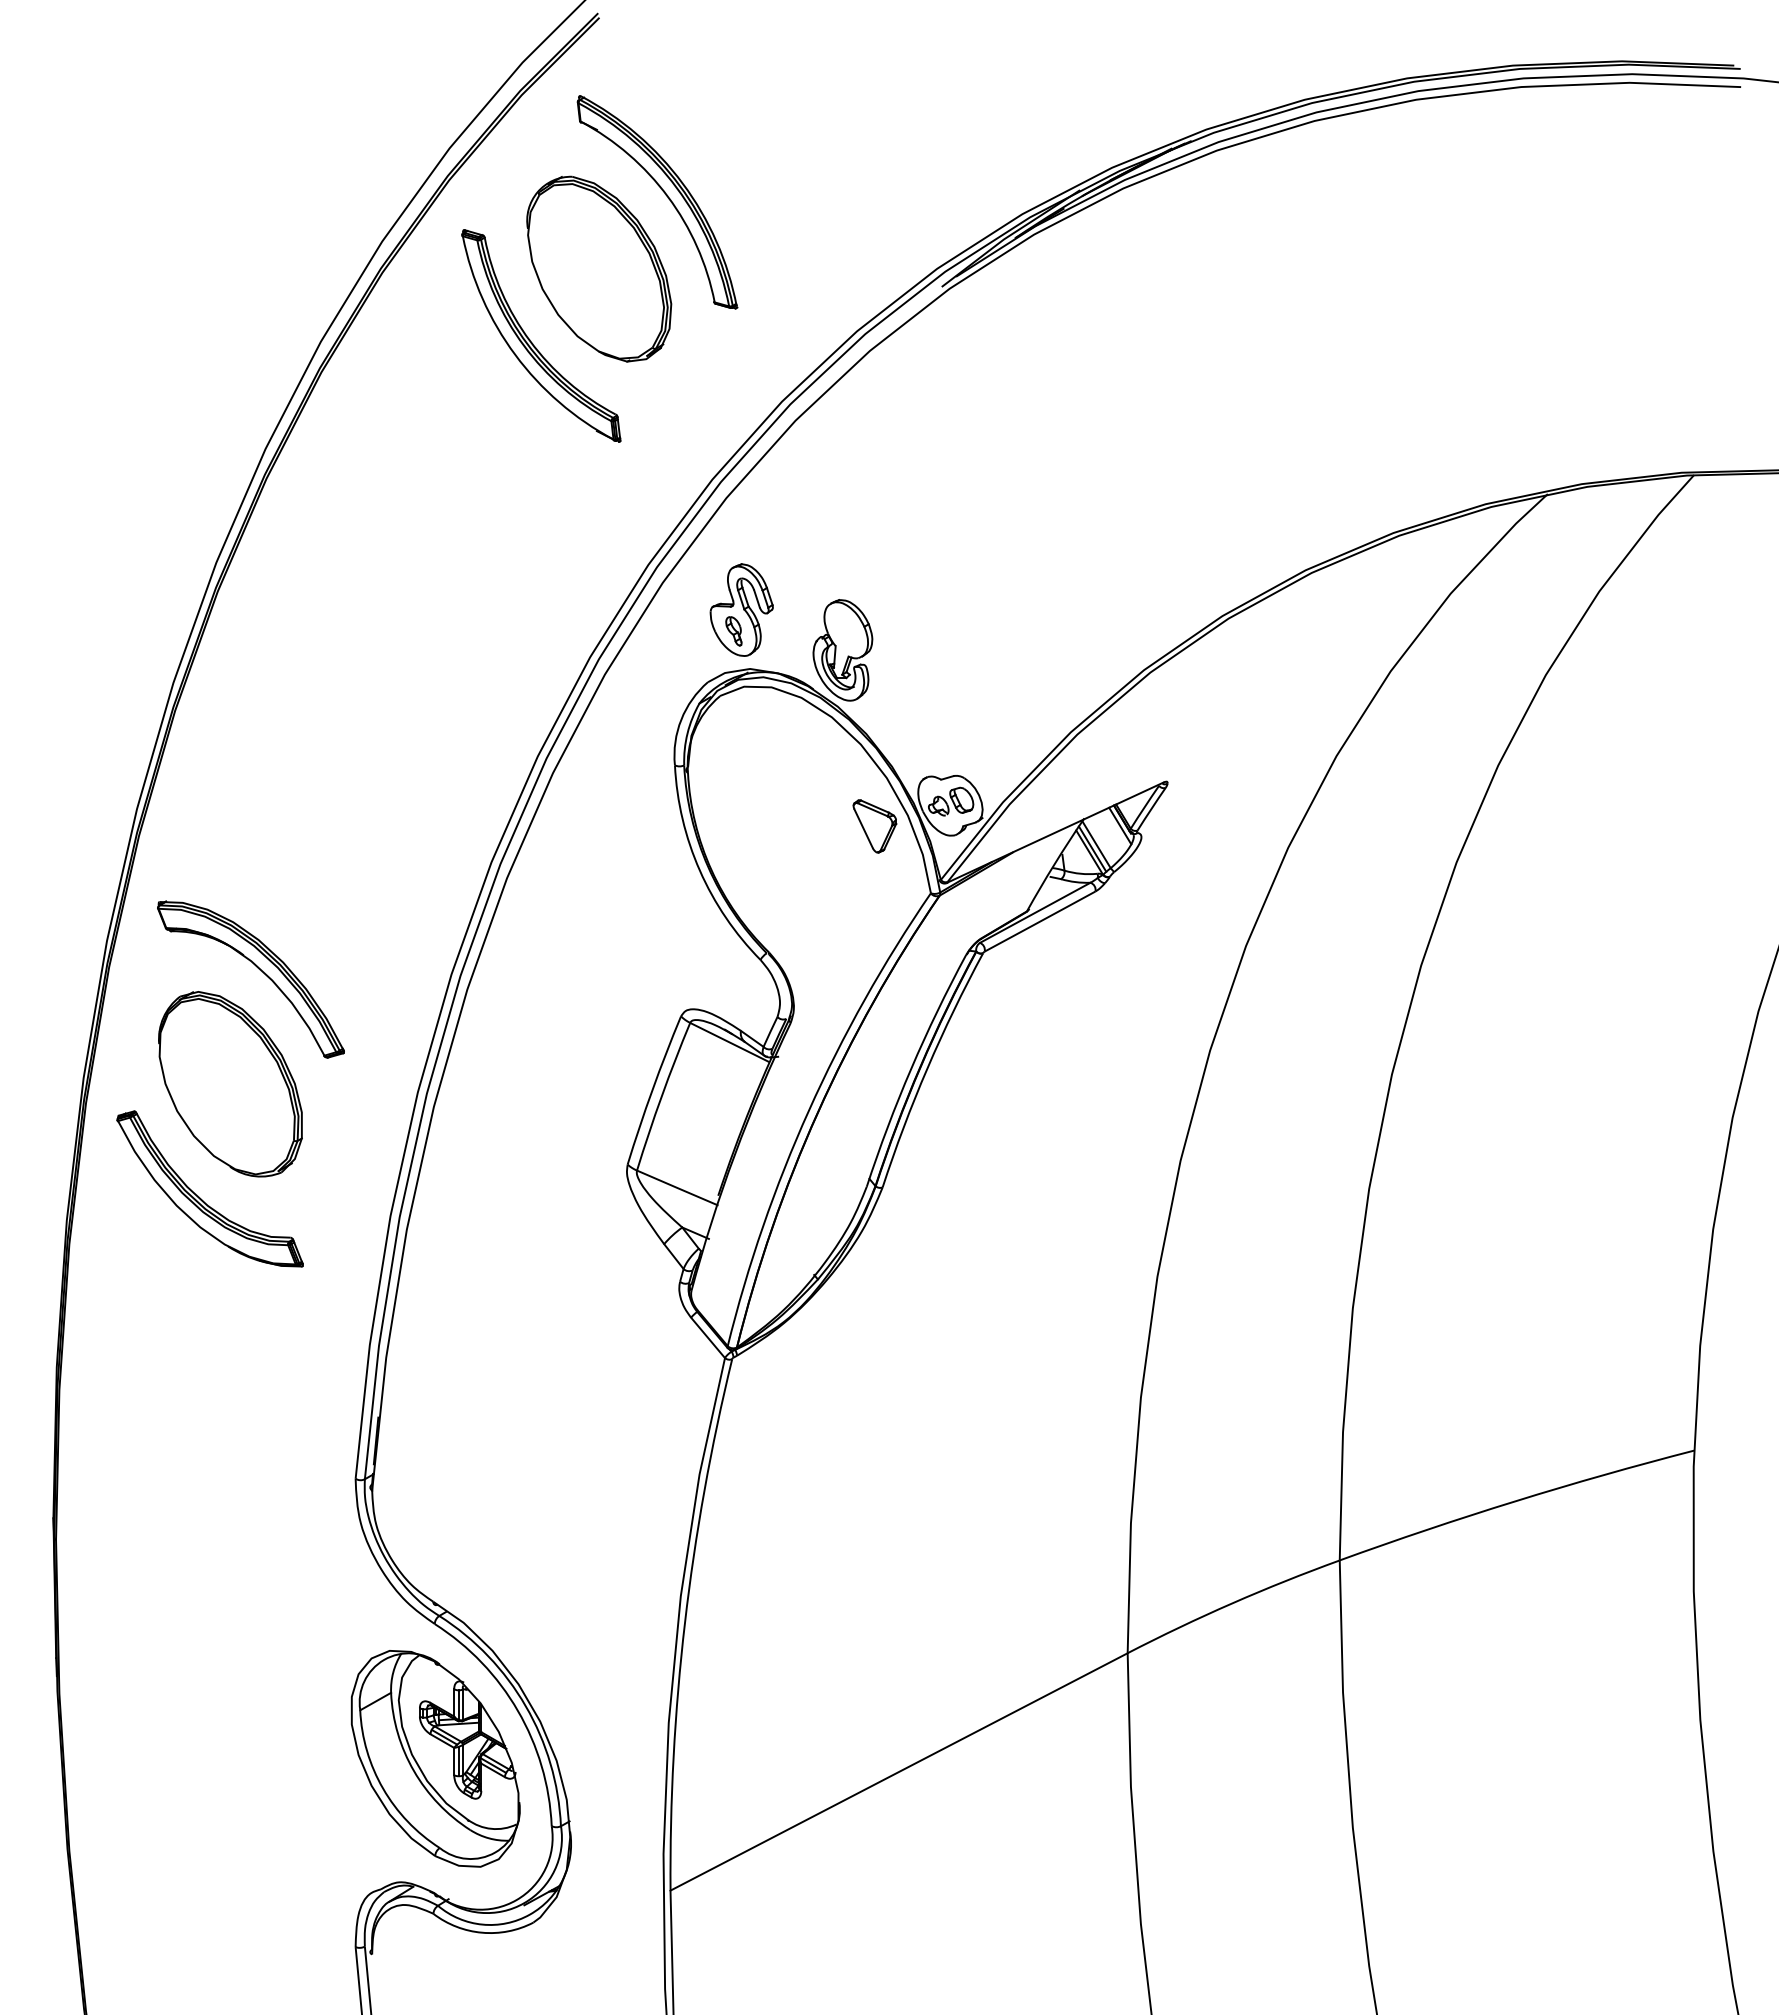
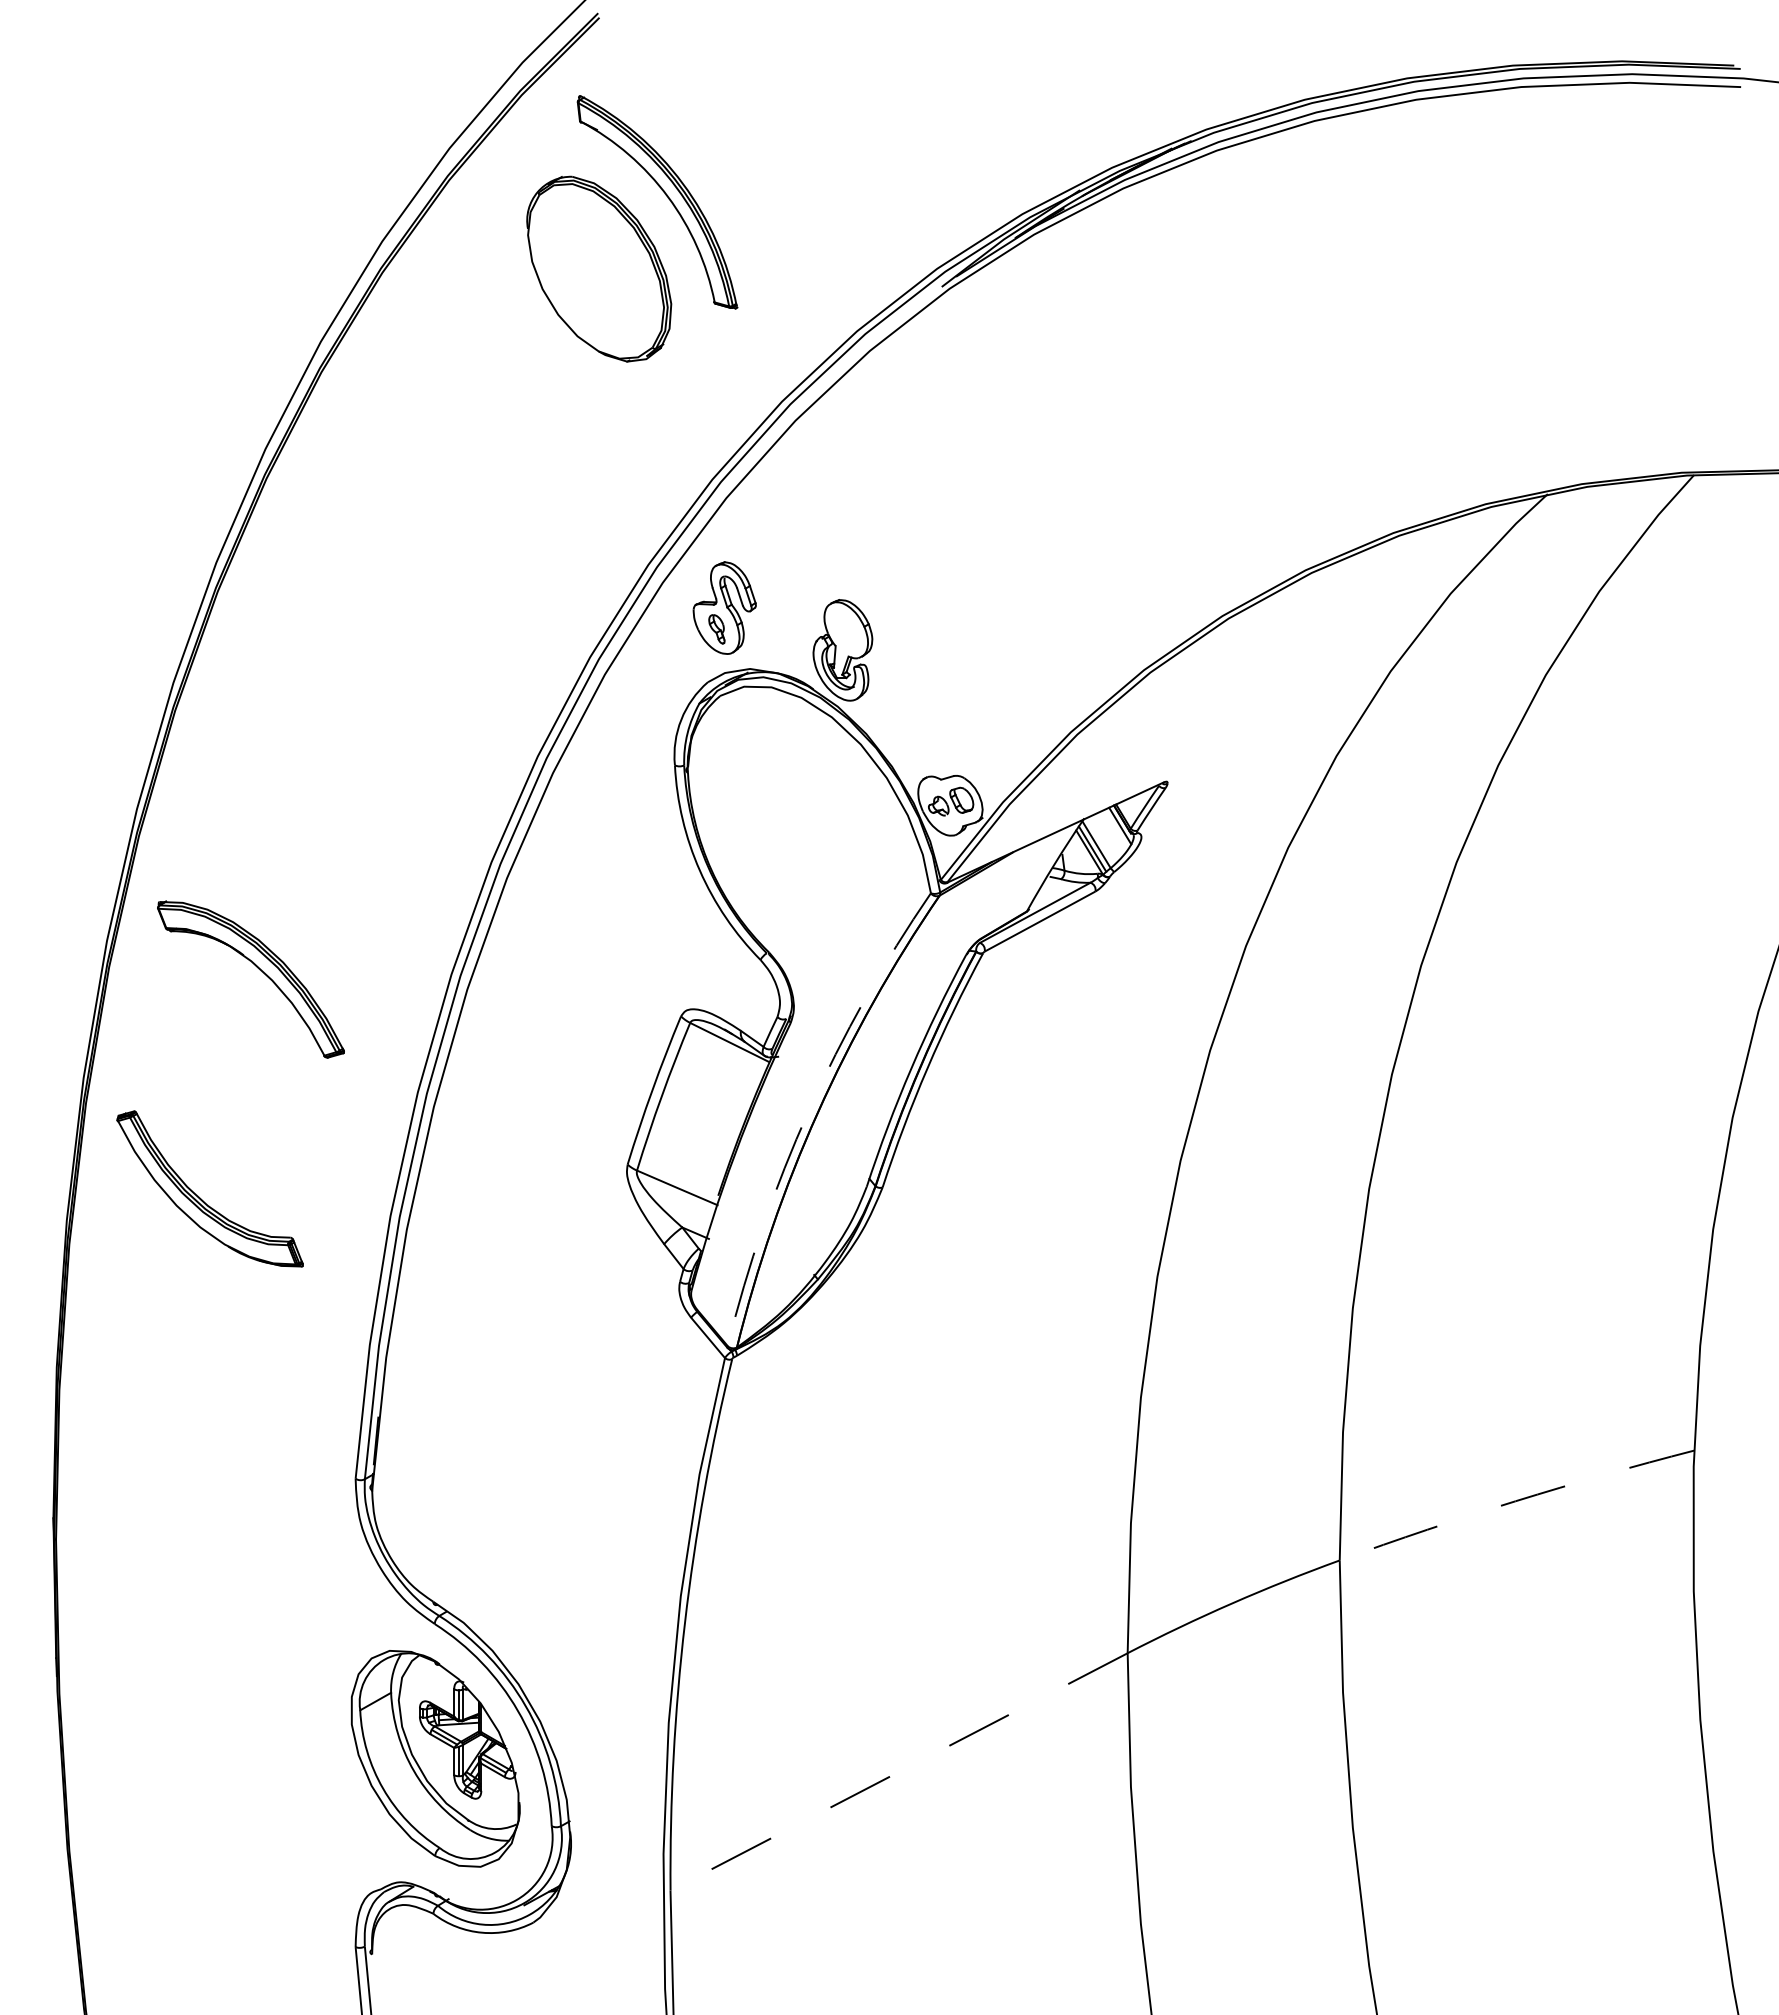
part at (533, 343): present -> none
part at (741, 609) position: (741, 609) -> (724, 607)
part at (874, 826): present -> none
part at (230, 1084): present -> none
arc at (808, 1110): solid -> dashed
arc at (1515, 1501): solid -> dashed
line at (899, 1771): solid -> dashed
